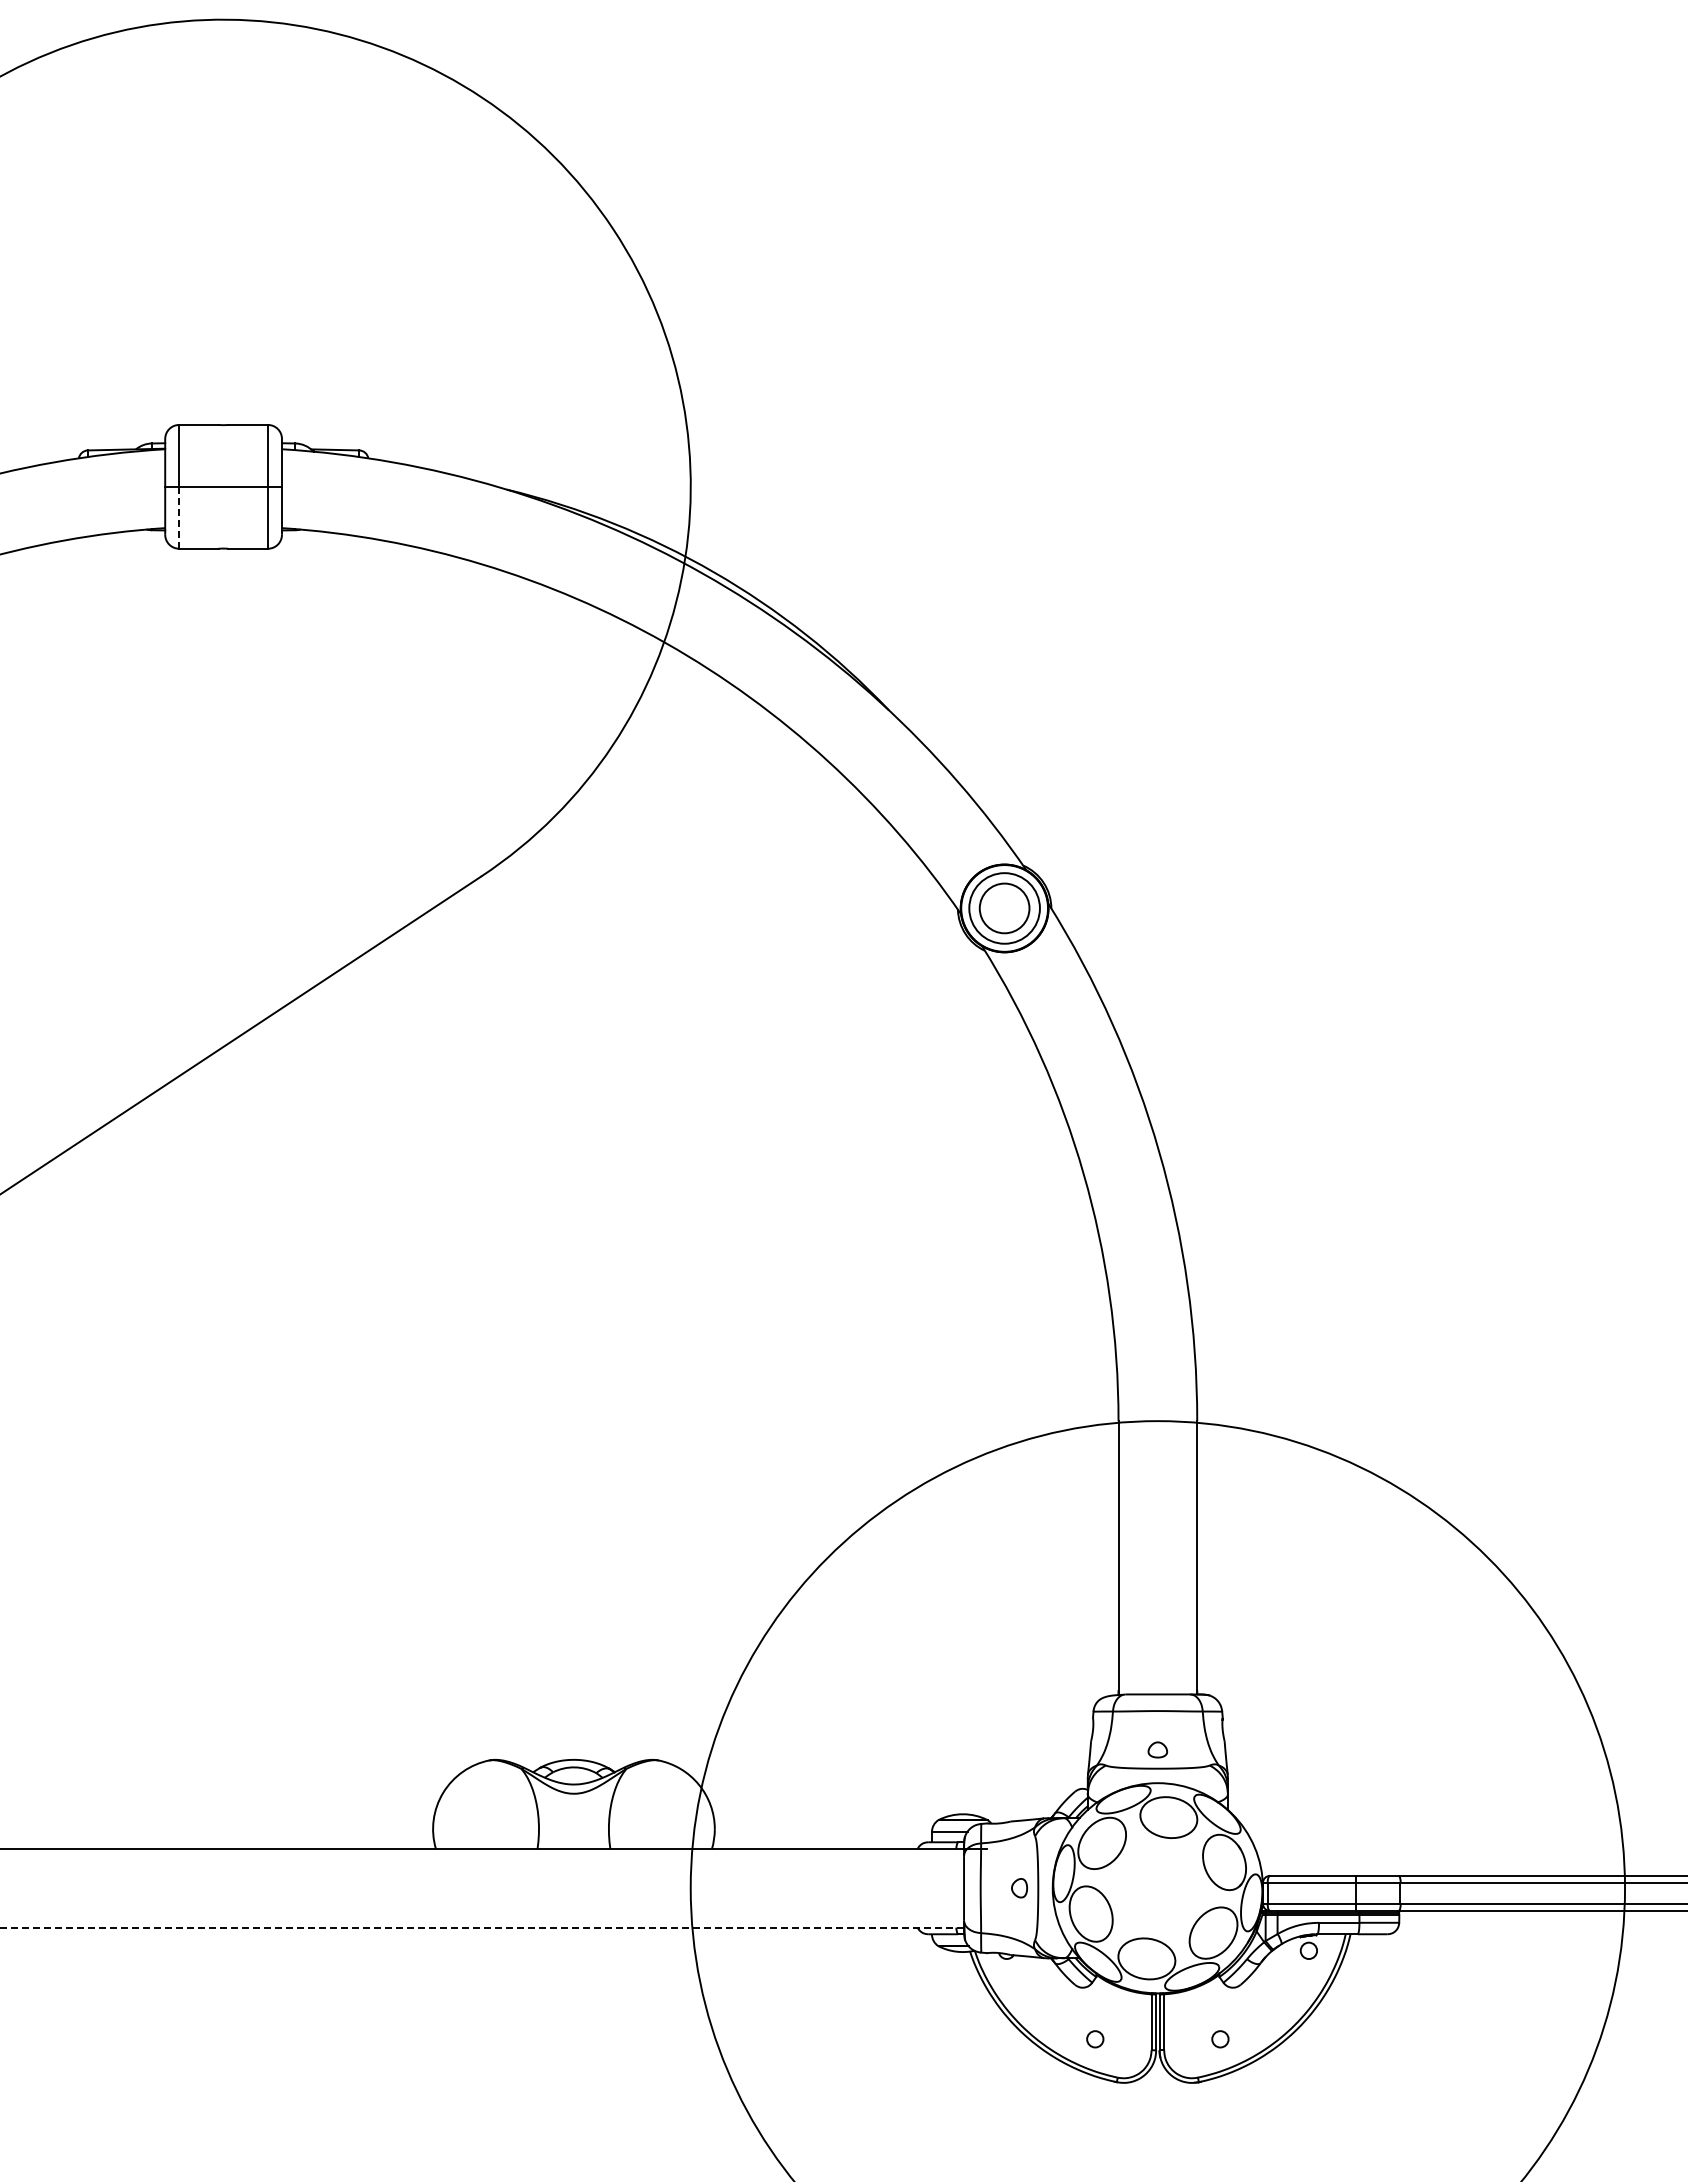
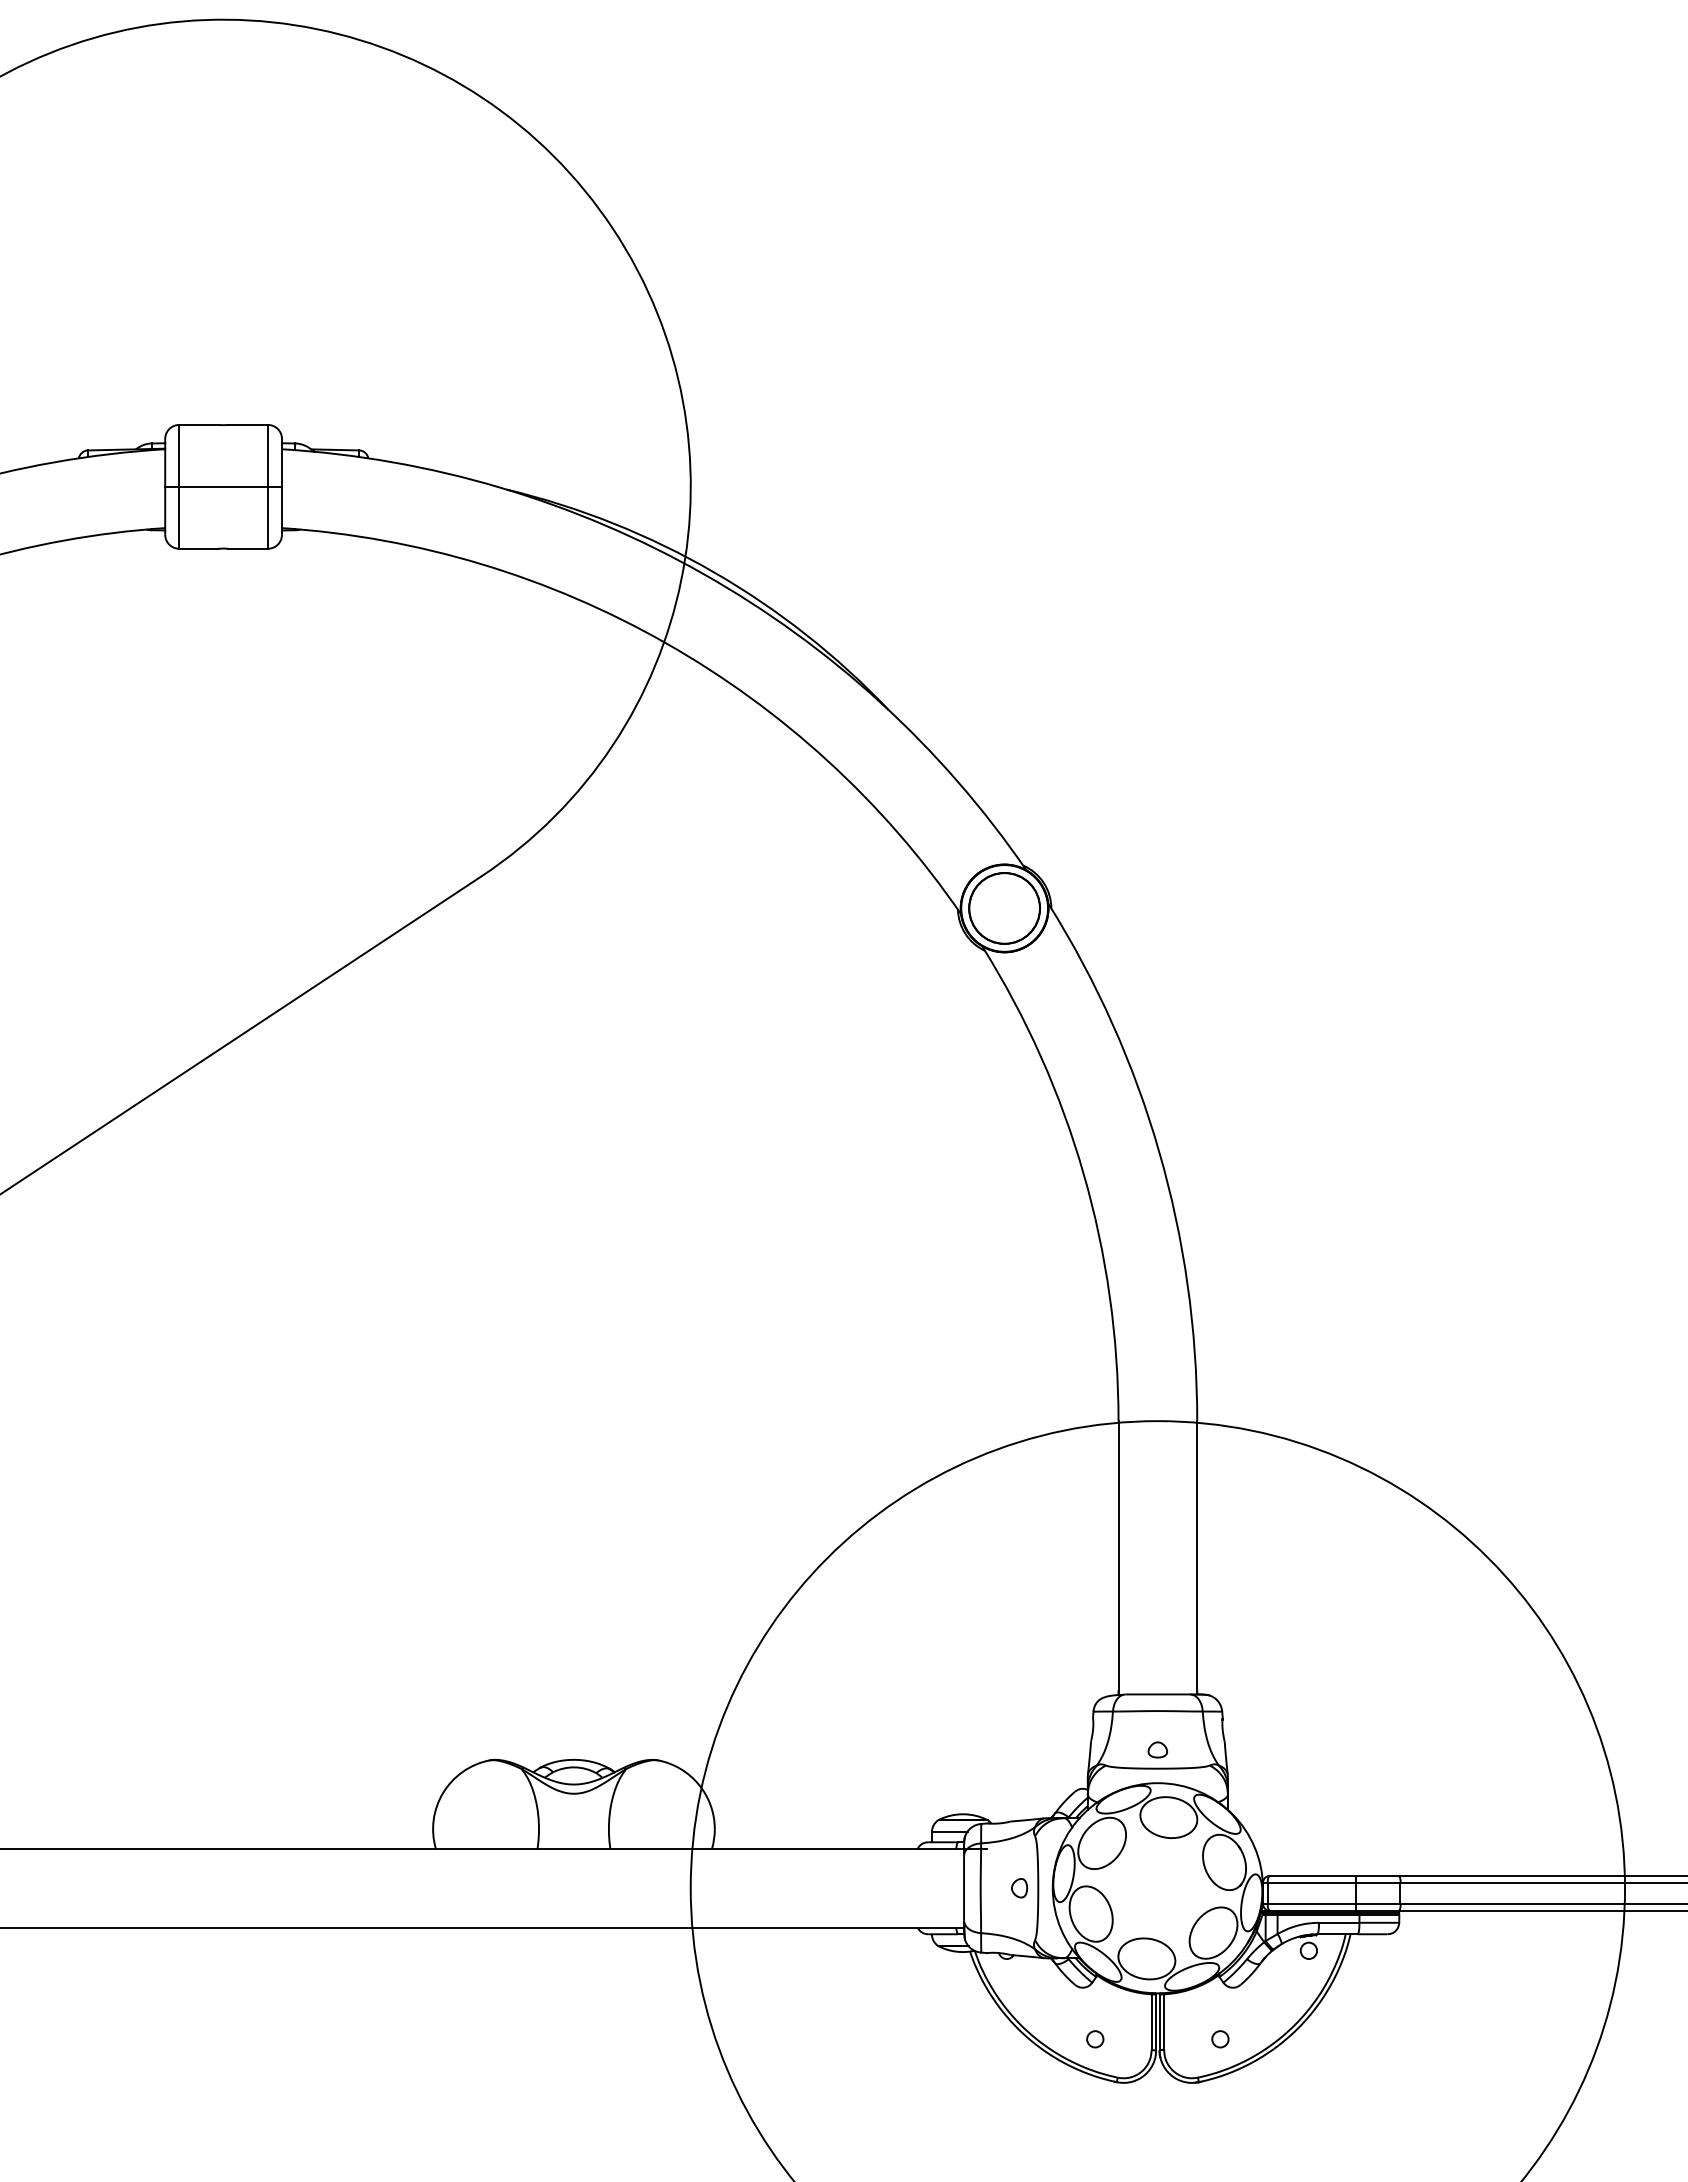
line at (179, 517): dashed -> solid
circle at (1004, 908) diameter: 50 px -> 71 px
line at (482, 1927): dashed -> solid
